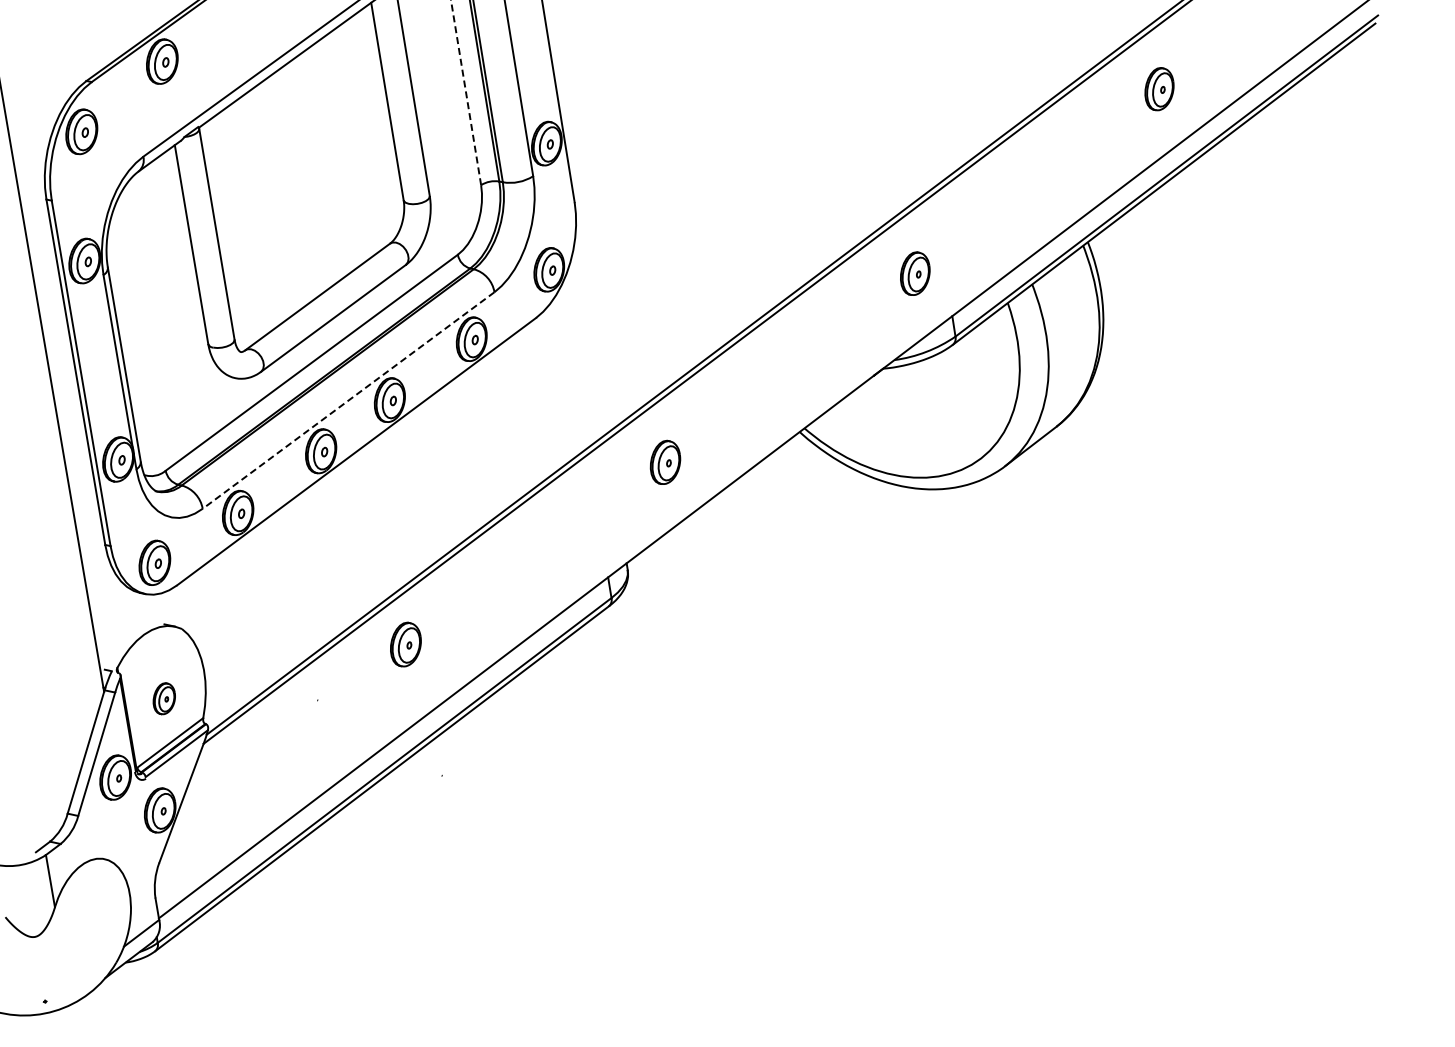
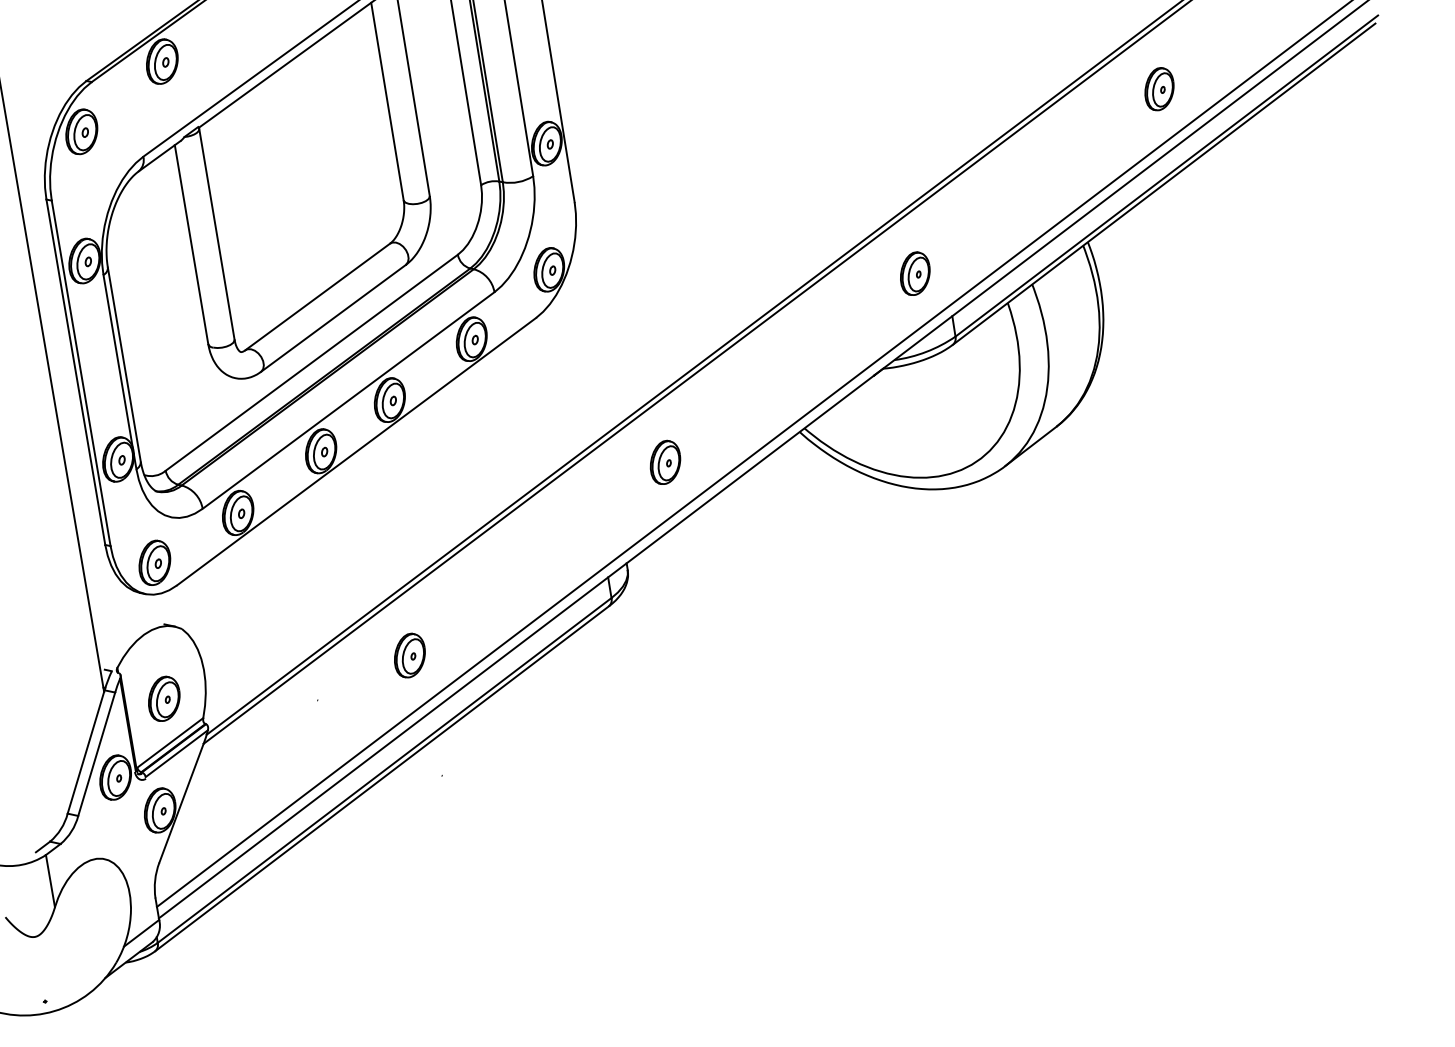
line at (466, 92): dashed -> solid
line at (348, 400): dashed -> solid
line at (752, 454): none -> present
part at (405, 644) position: (405, 644) -> (409, 655)
part at (163, 698) size: 24x34 px -> 33x47 px
